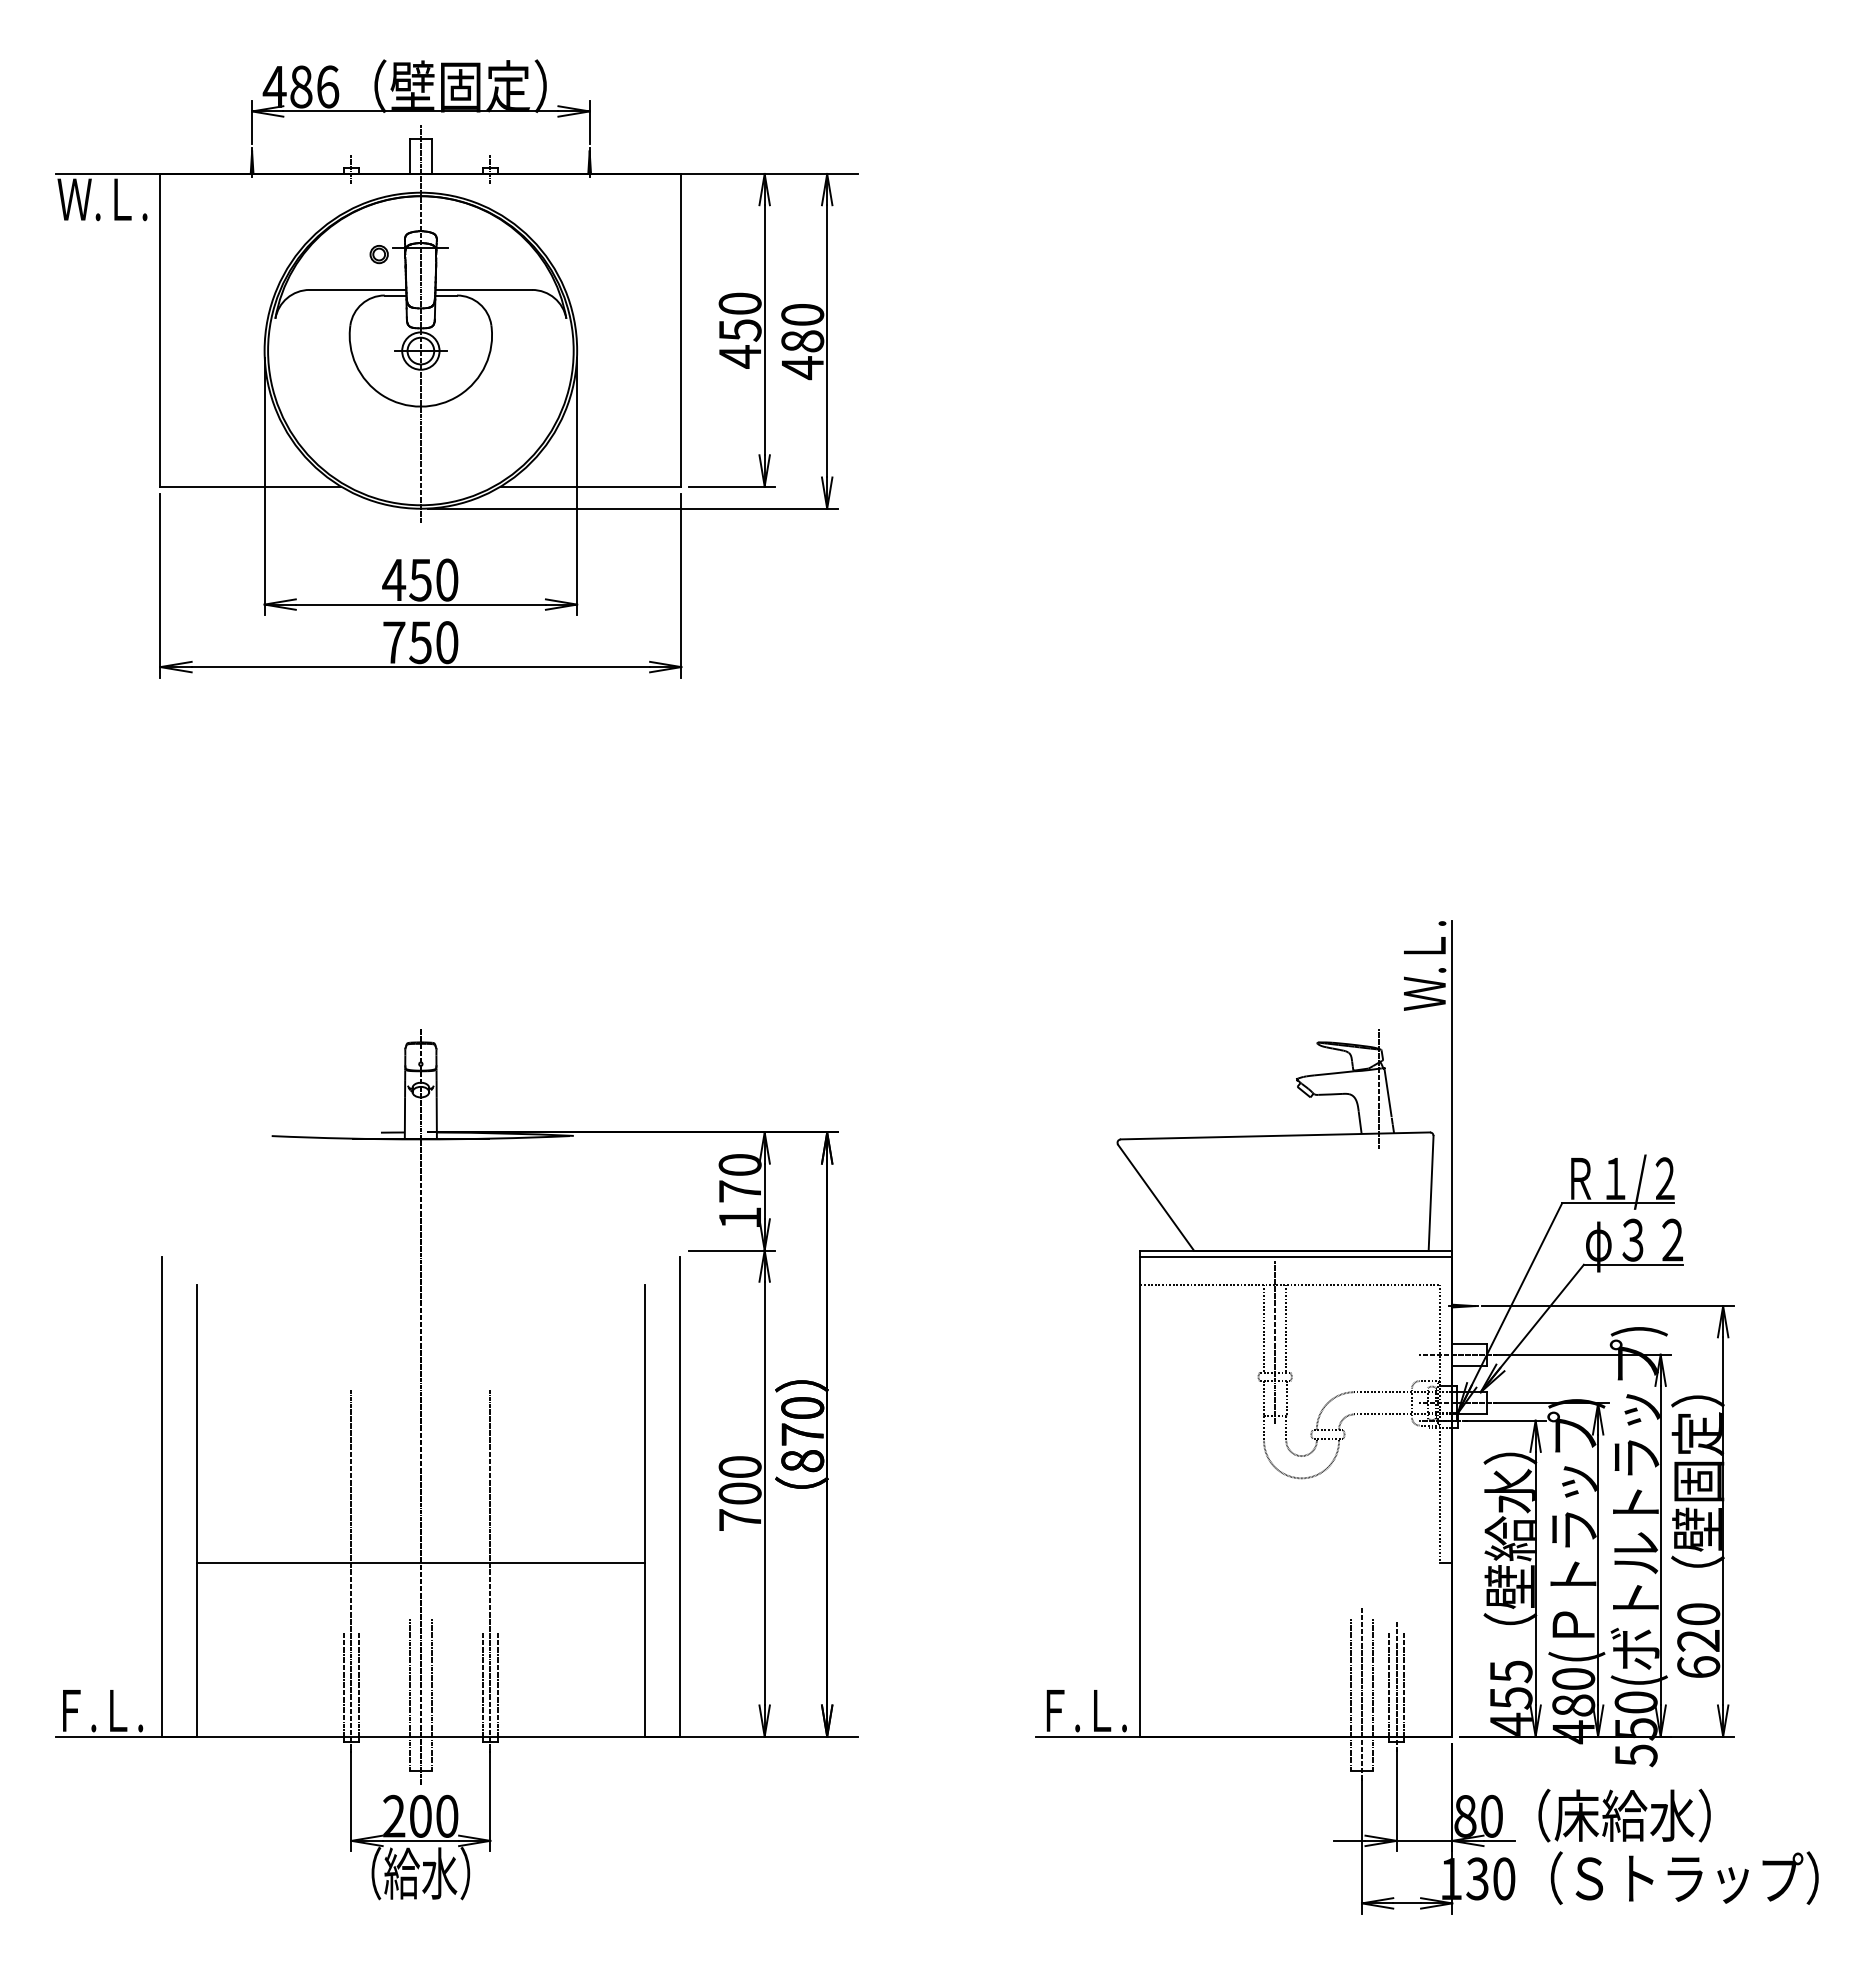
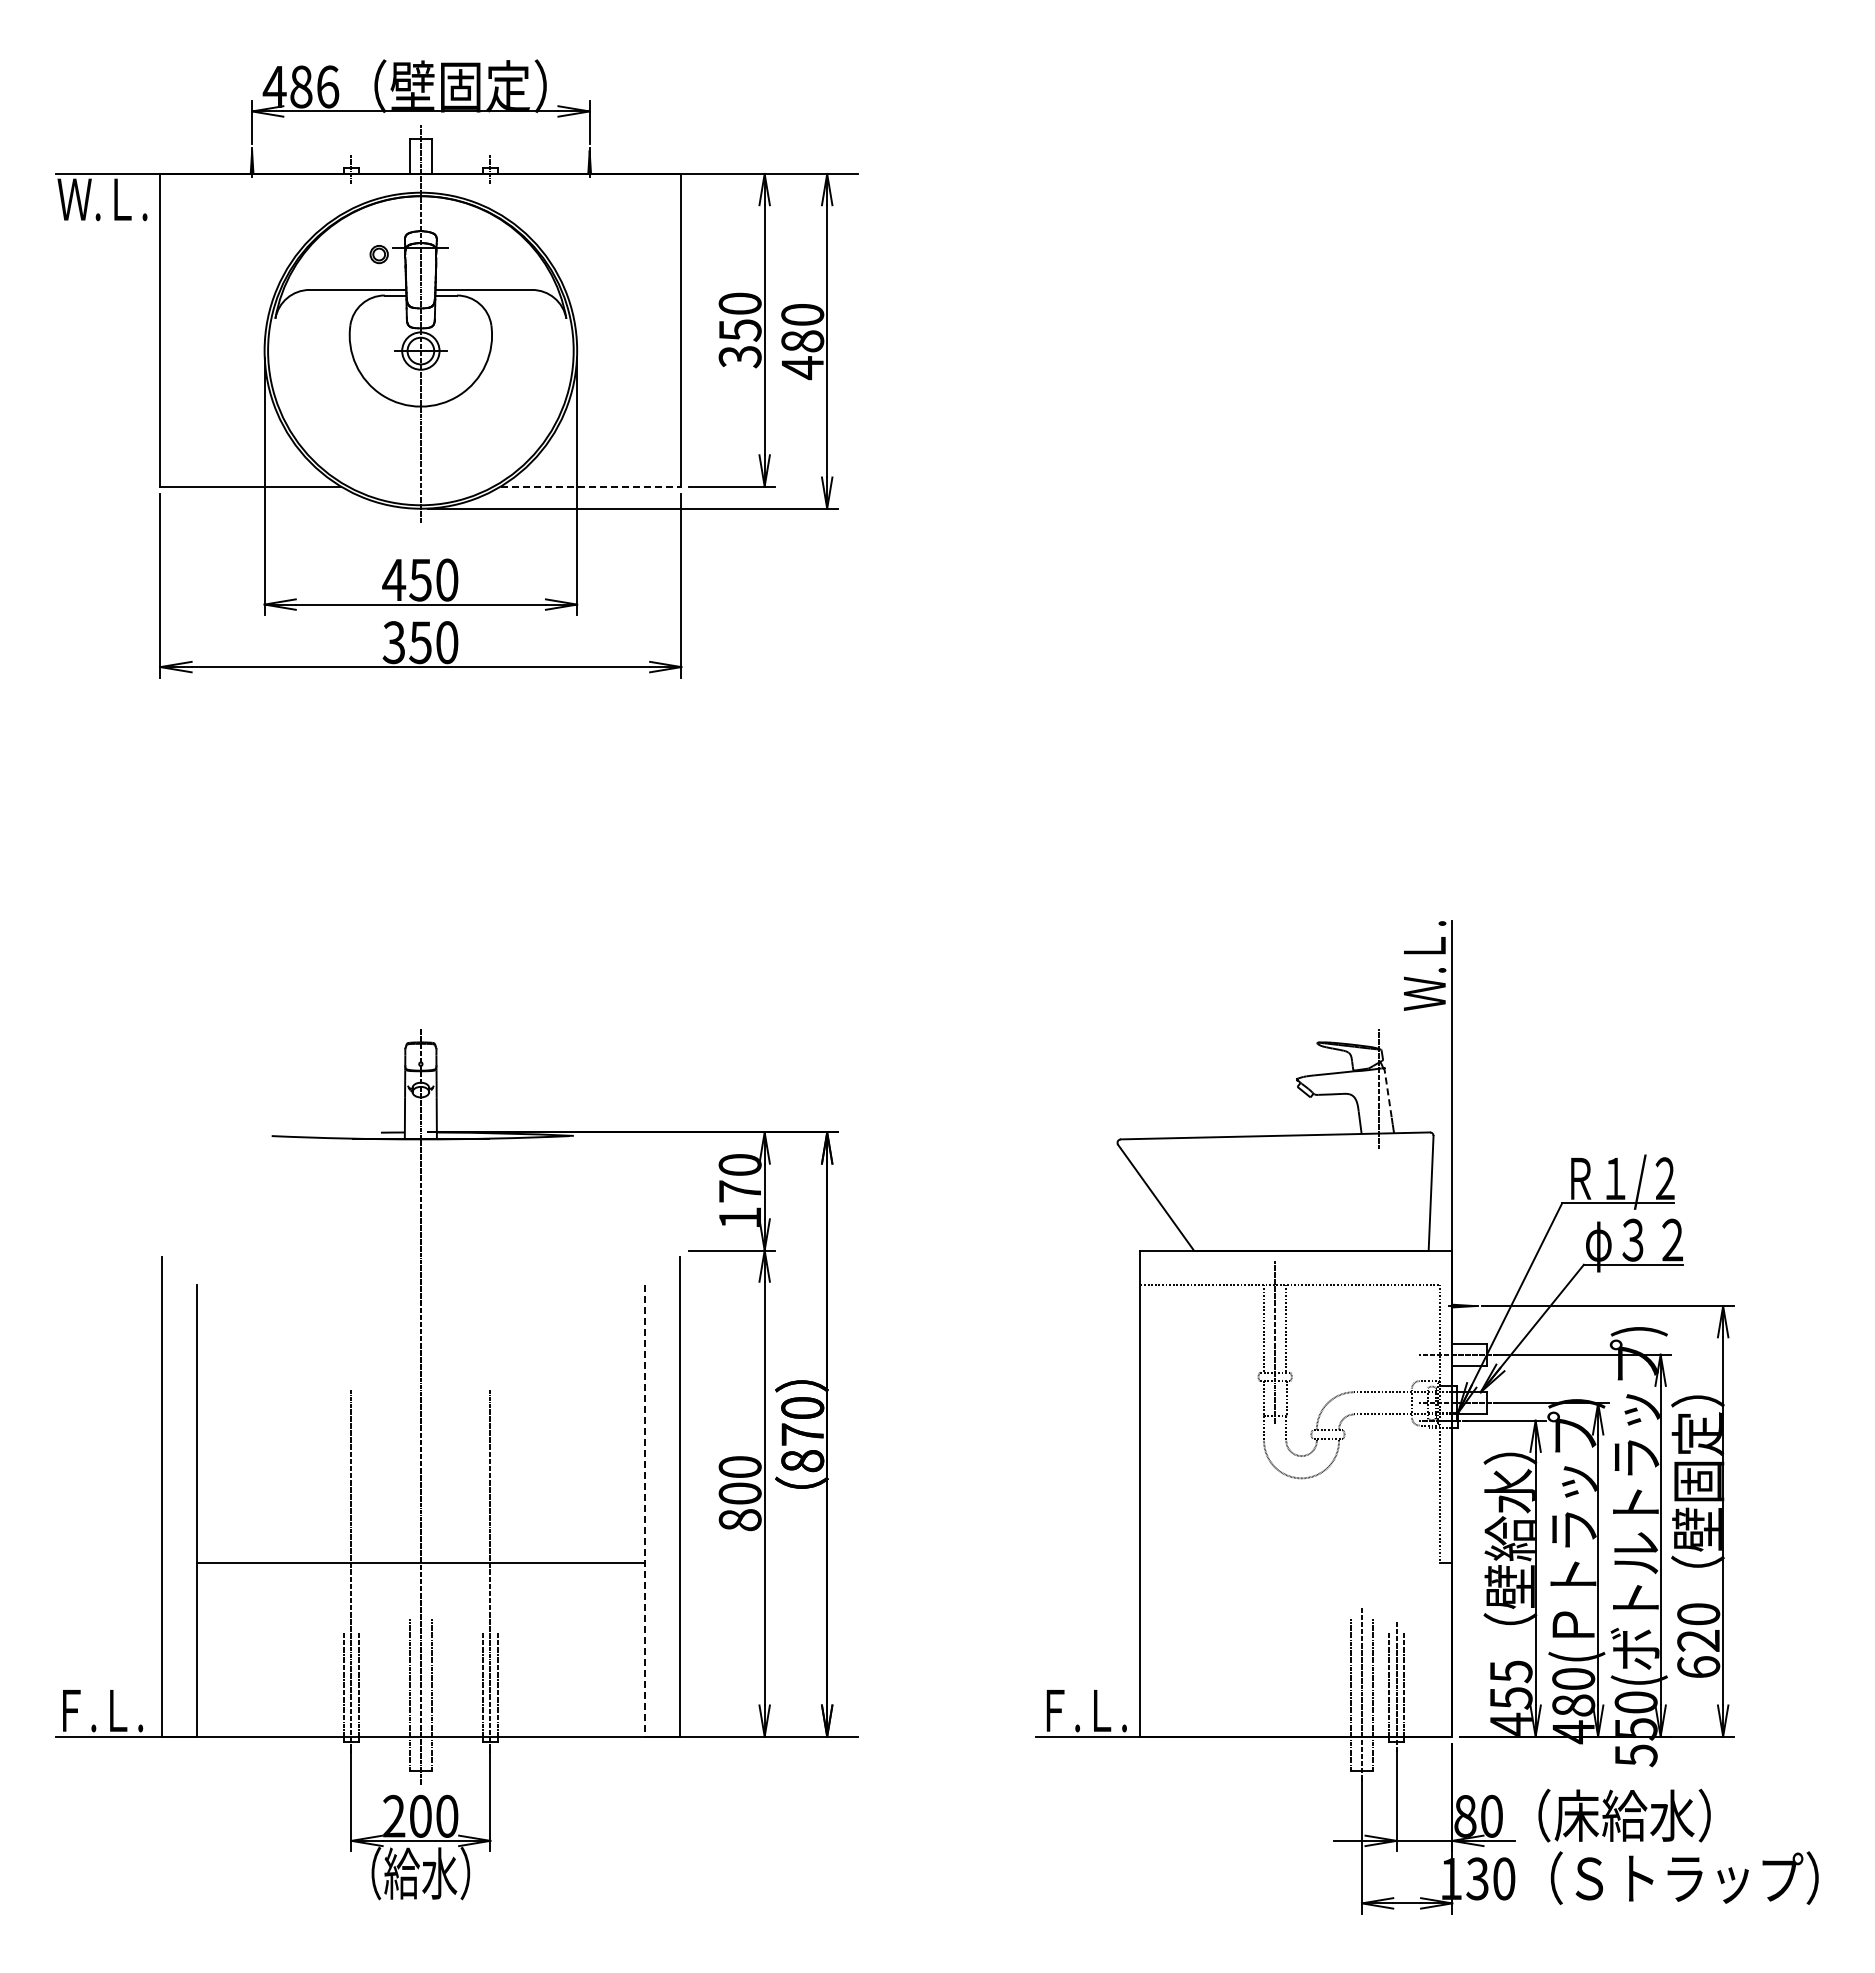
text at (739, 356): 450 -> 350
line at (591, 486): solid -> dashed
text at (393, 642): 750 -> 350
line at (1388, 1092): solid -> dashed
line at (1295, 1256): present -> none
line at (645, 1510): solid -> dashed
text at (739, 1520): 700 -> 800
